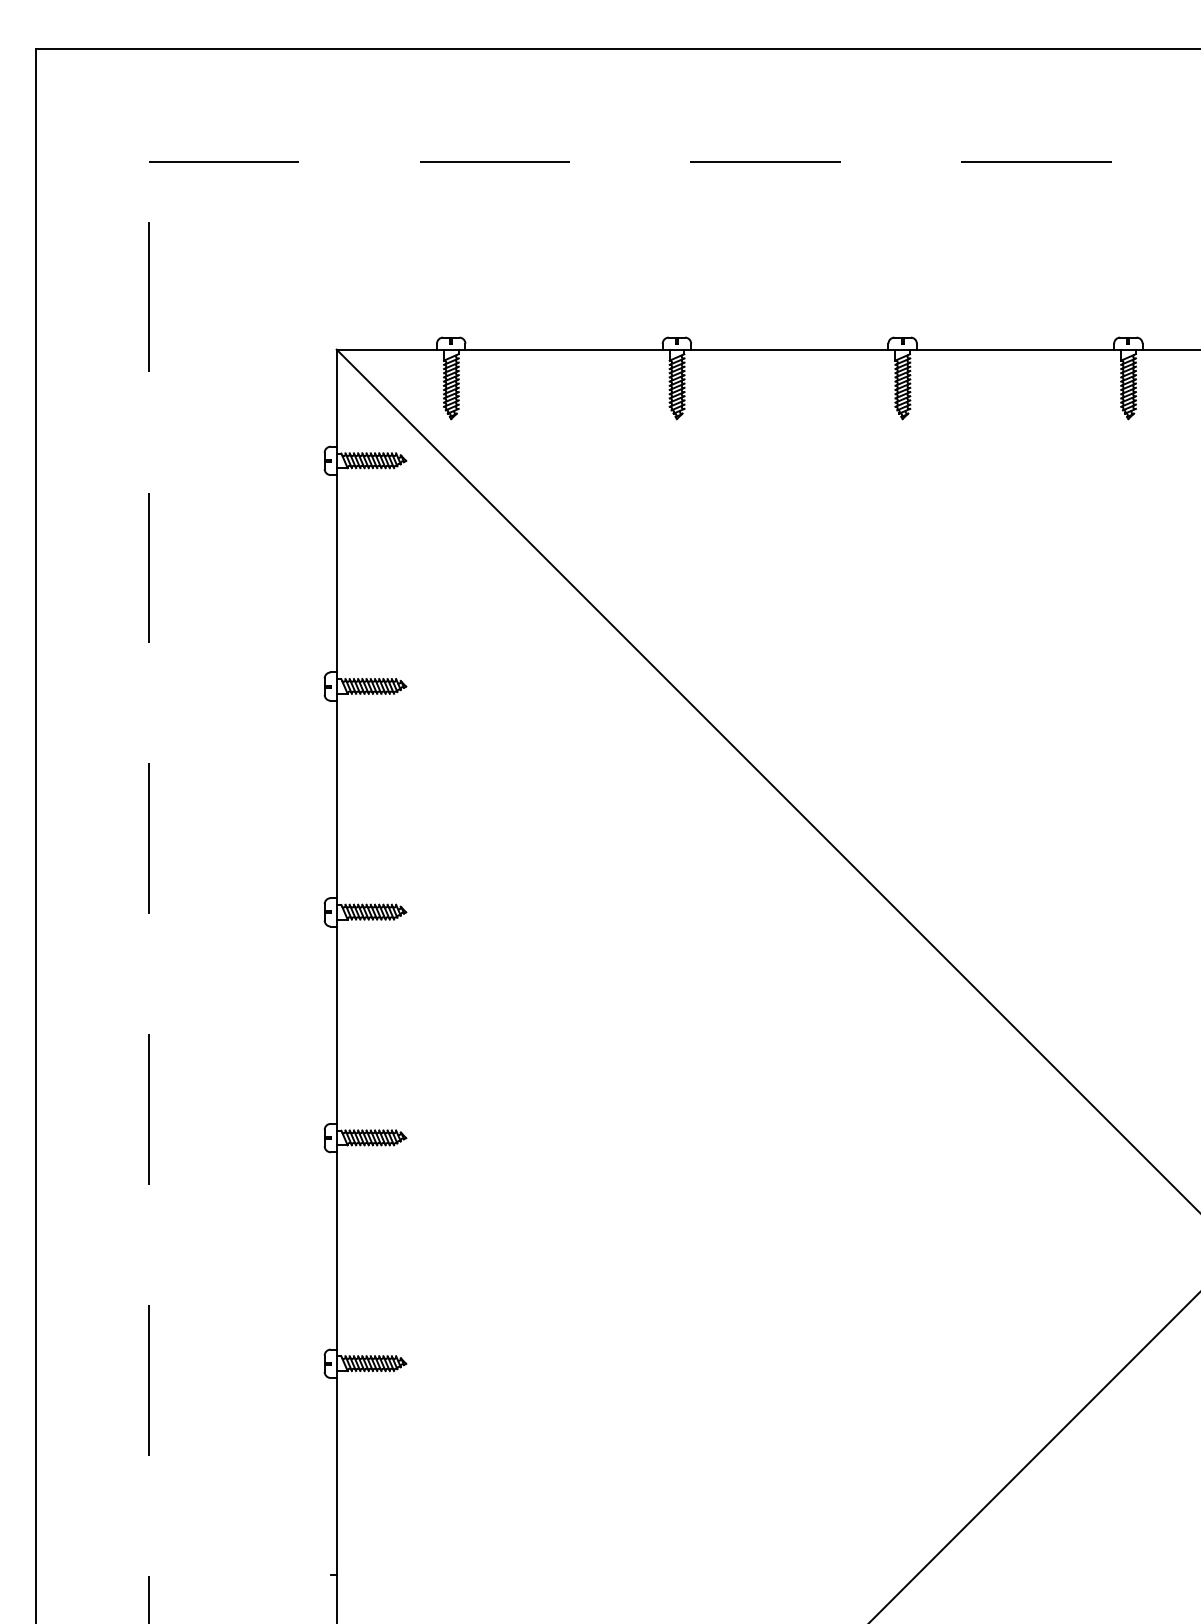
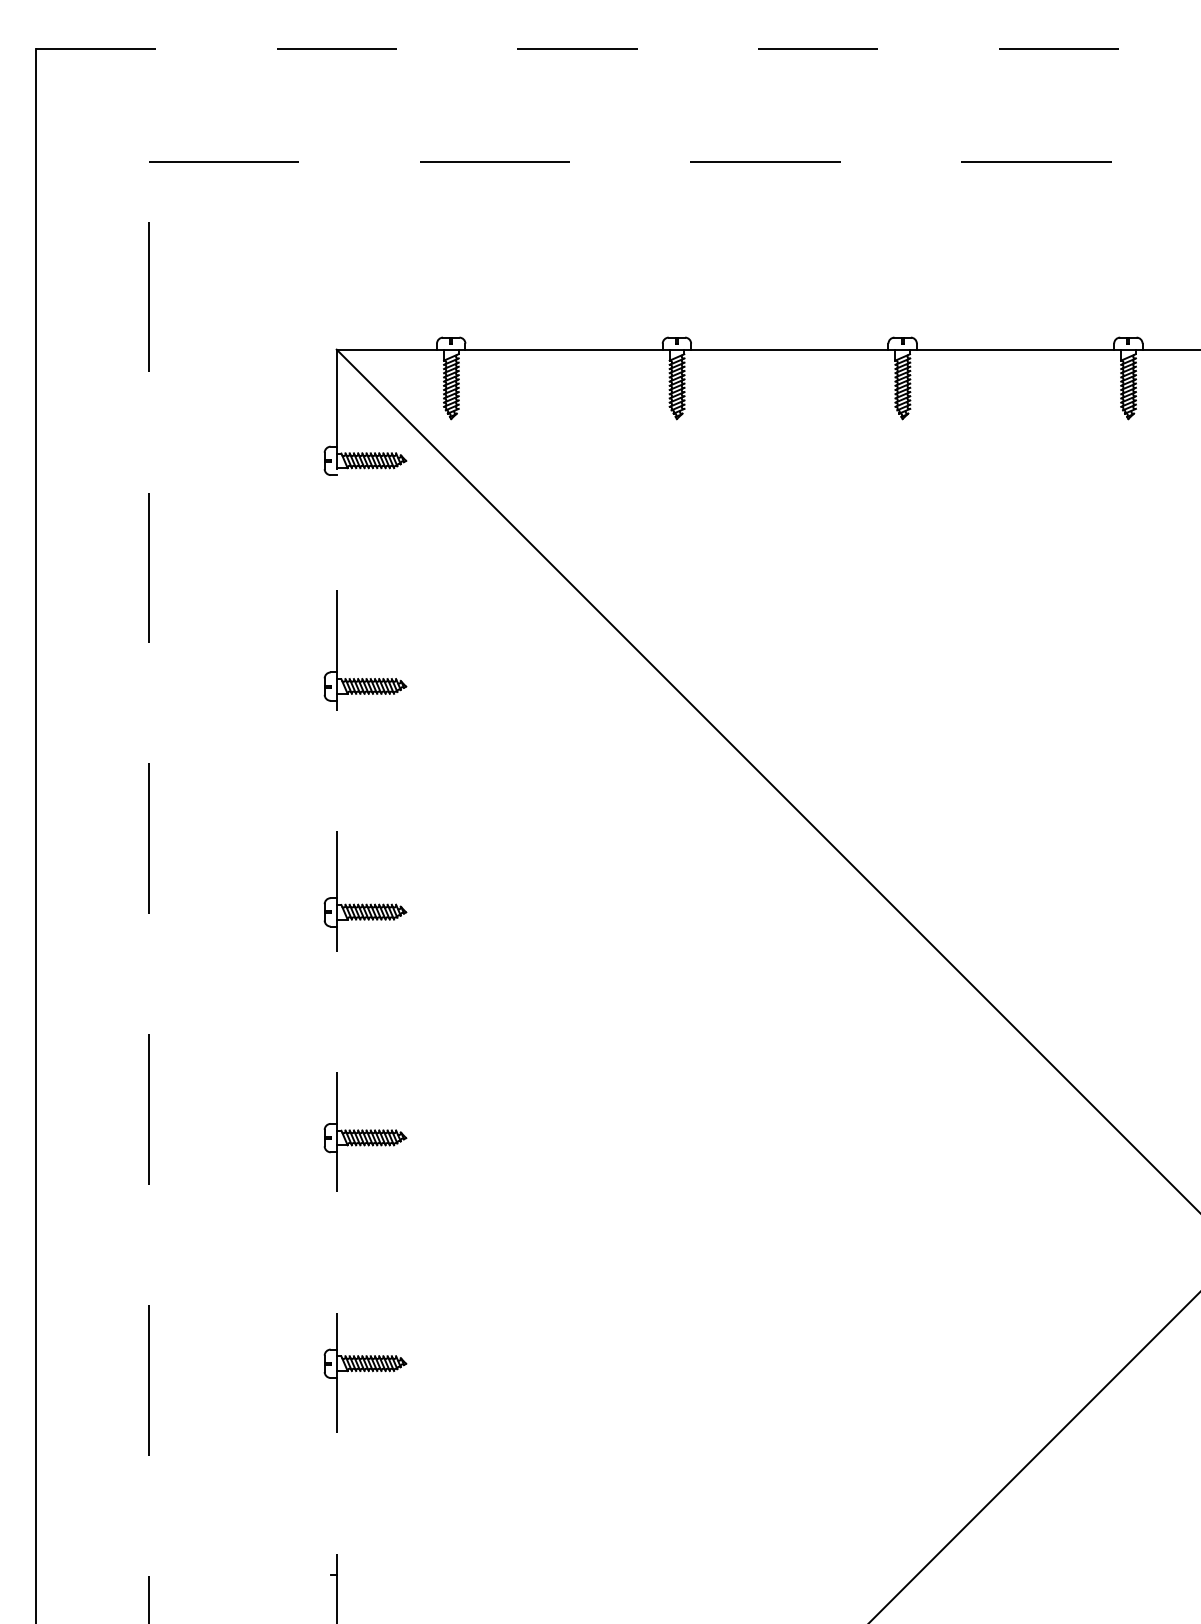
line at (618, 48): solid -> dashed
line at (336, 986): solid -> dashed
